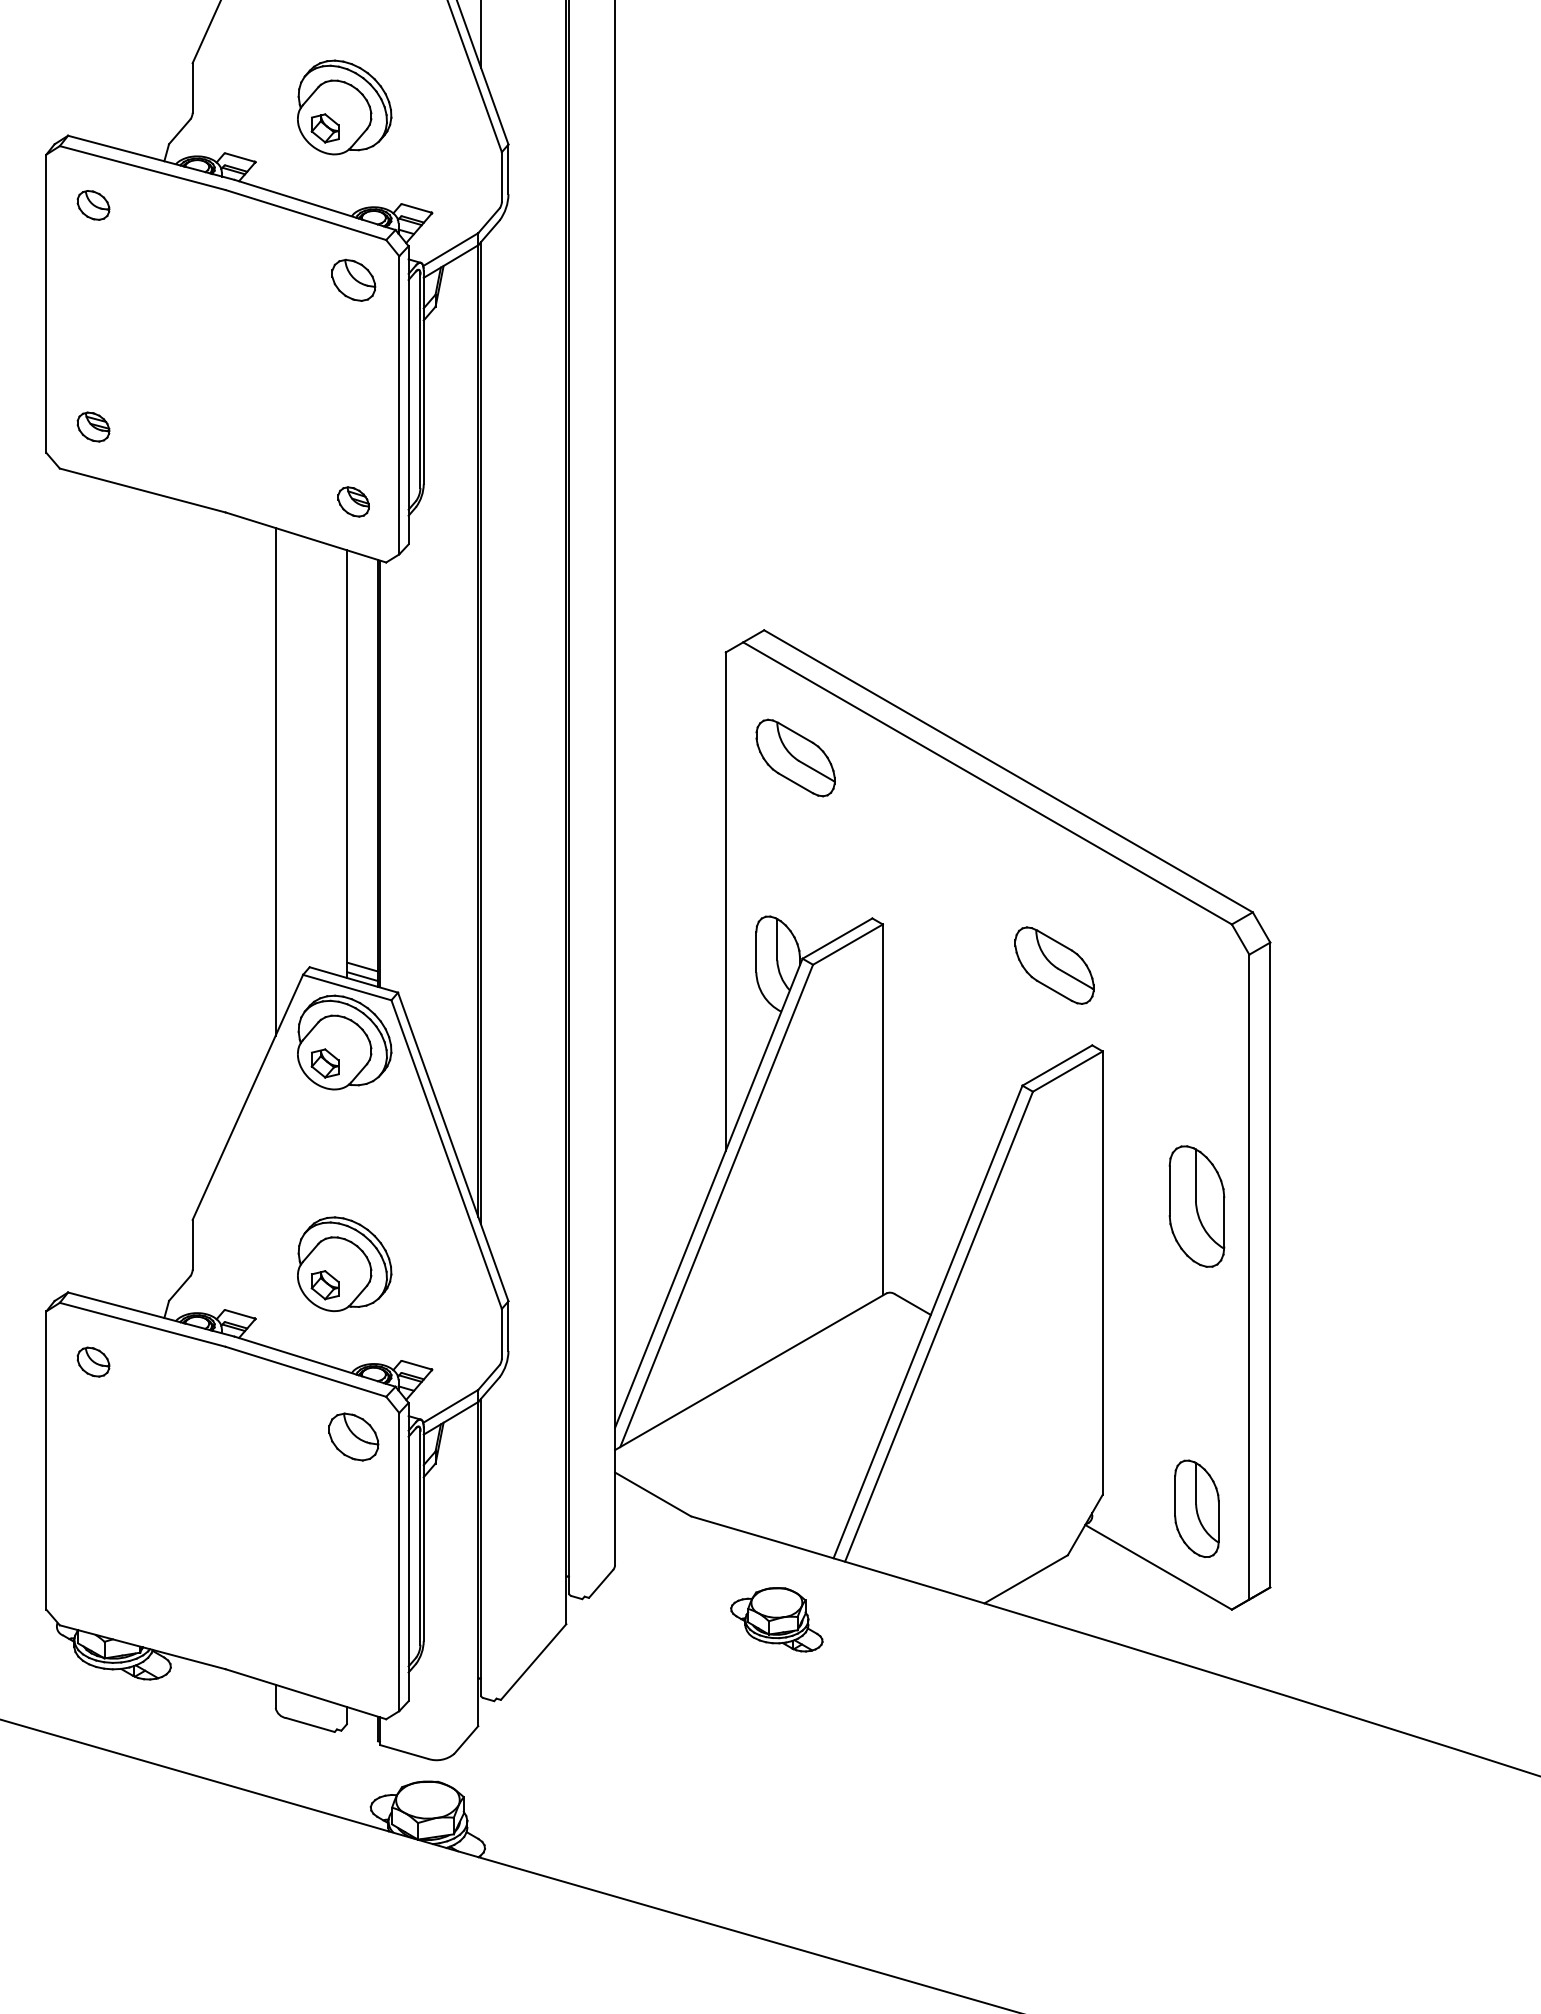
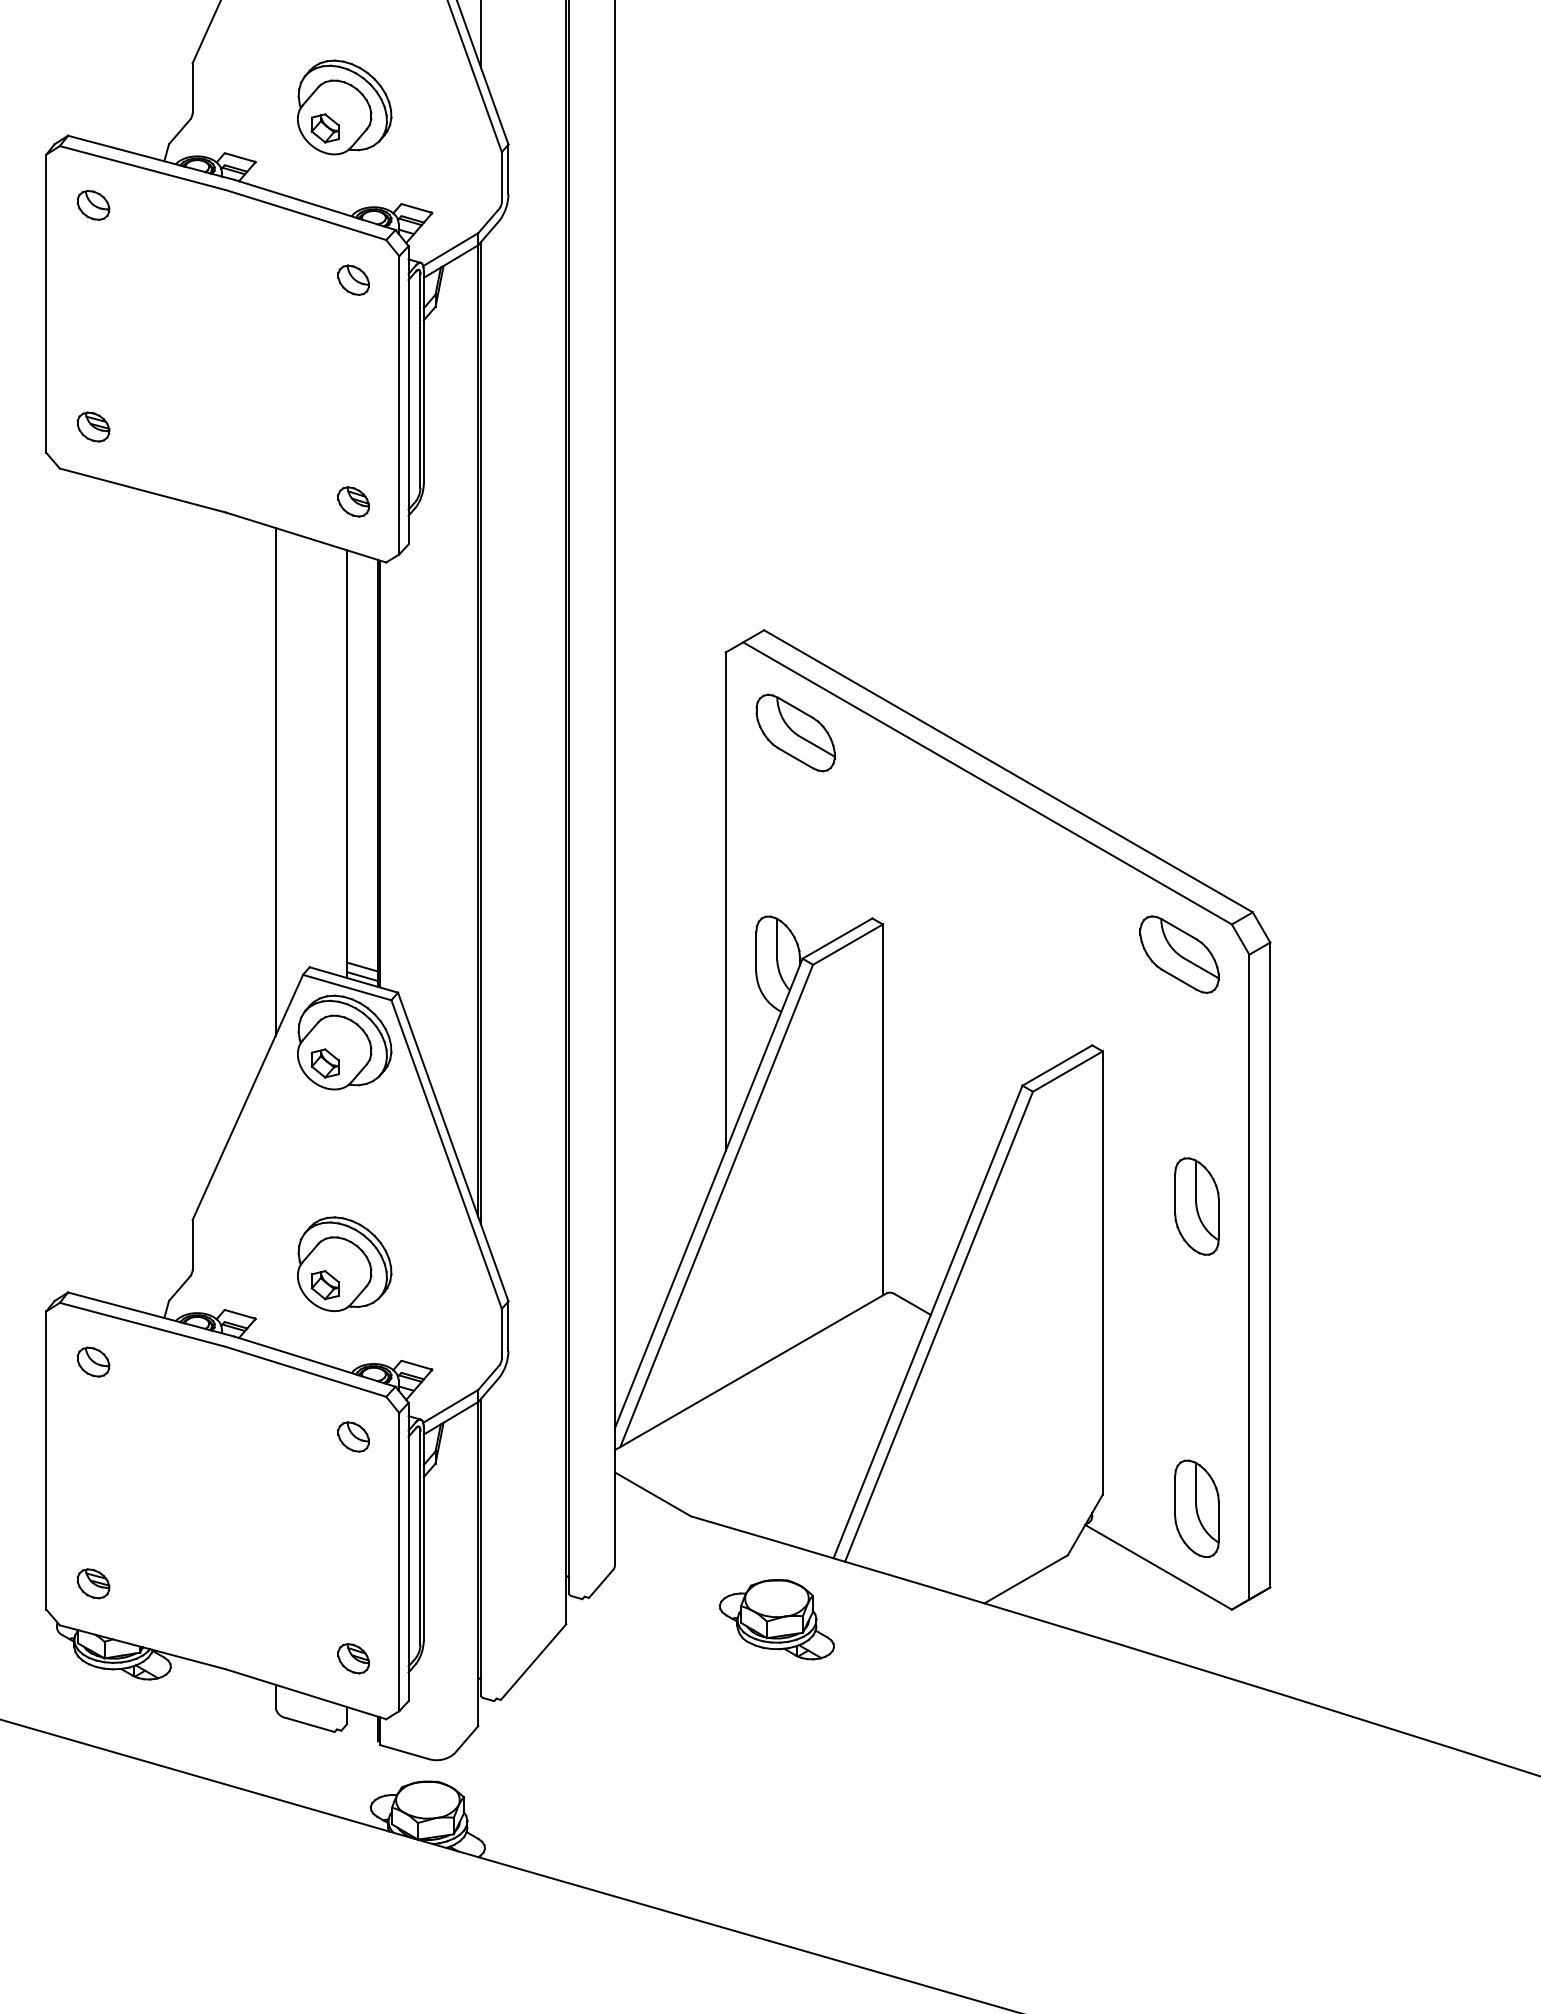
part at (353, 279) size: 46x44 px -> 33x32 px
part at (795, 757) position: (795, 757) -> (795, 732)
part at (1054, 965) position: (1054, 965) -> (1179, 954)
part at (1196, 1206) size: 58x123 px -> 46x99 px
part at (353, 1436) size: 52x50 px -> 33x32 px
part at (93, 1583): none -> present
part at (776, 1619) size: 94x66 px -> 117x82 px
part at (353, 1658): none -> present
